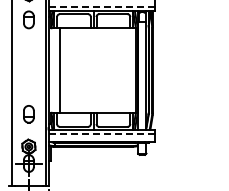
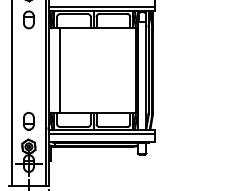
line at (101, 6): dashed -> solid
part at (28, 114) position: (28, 114) -> (28, 121)
line at (102, 134): dashed -> solid
